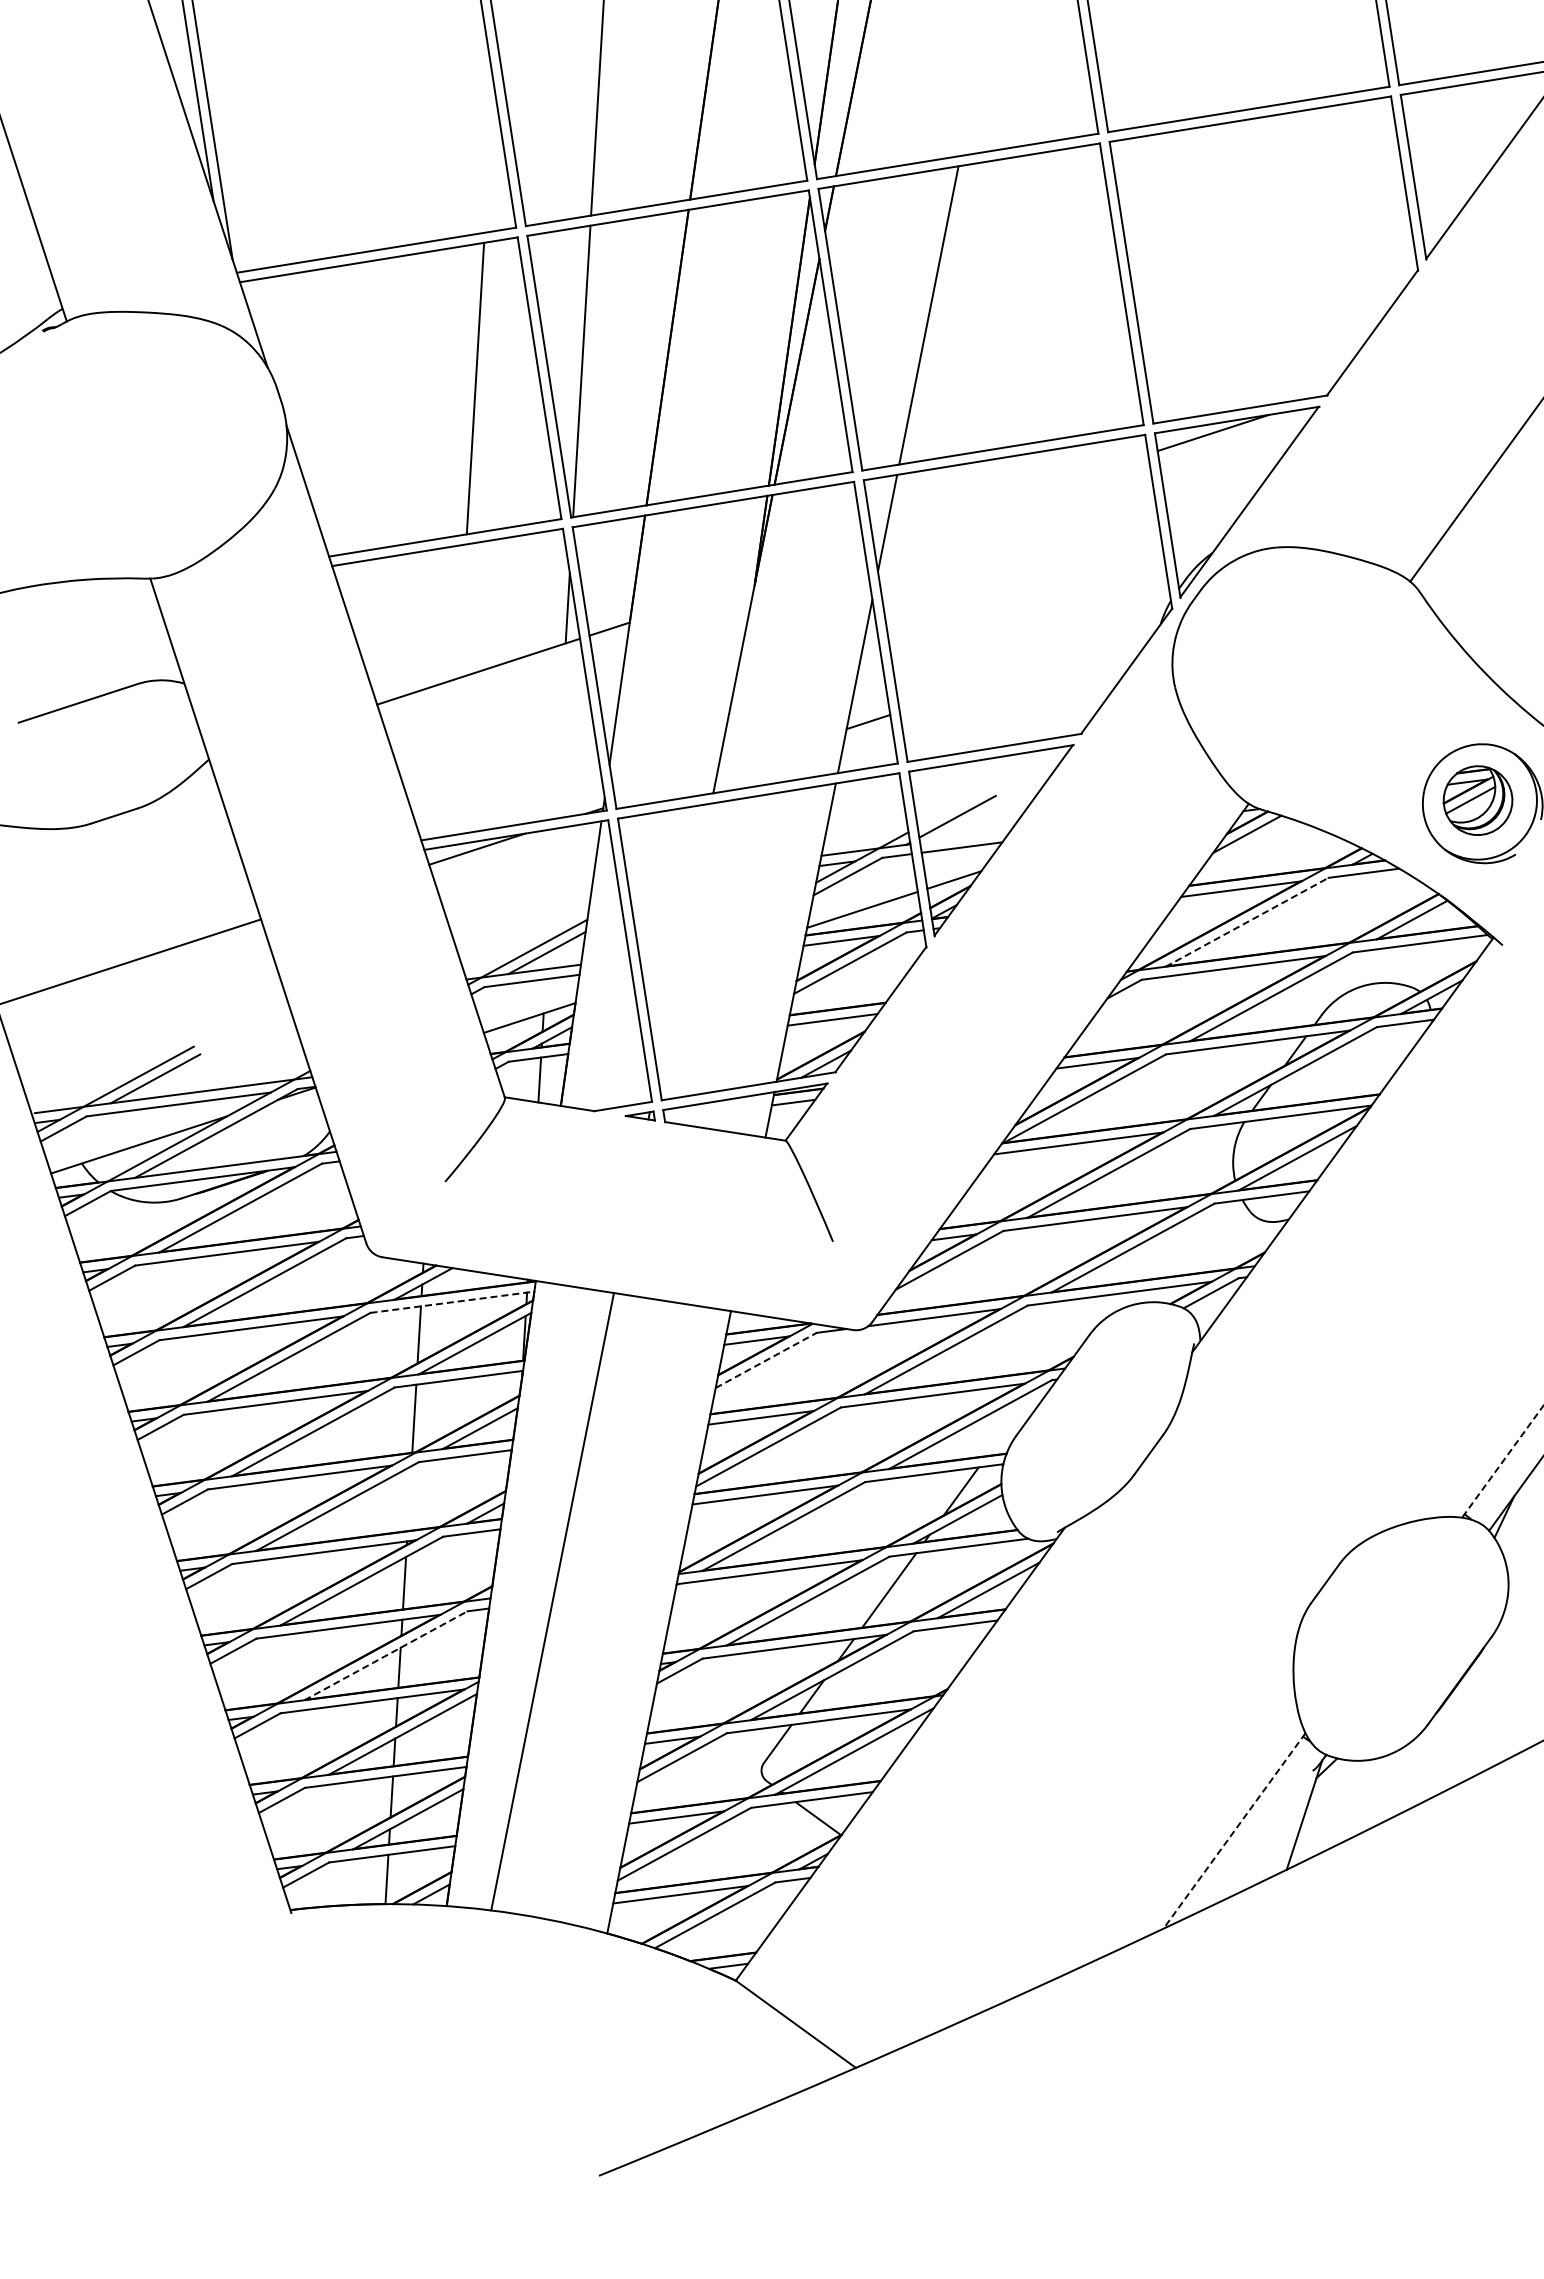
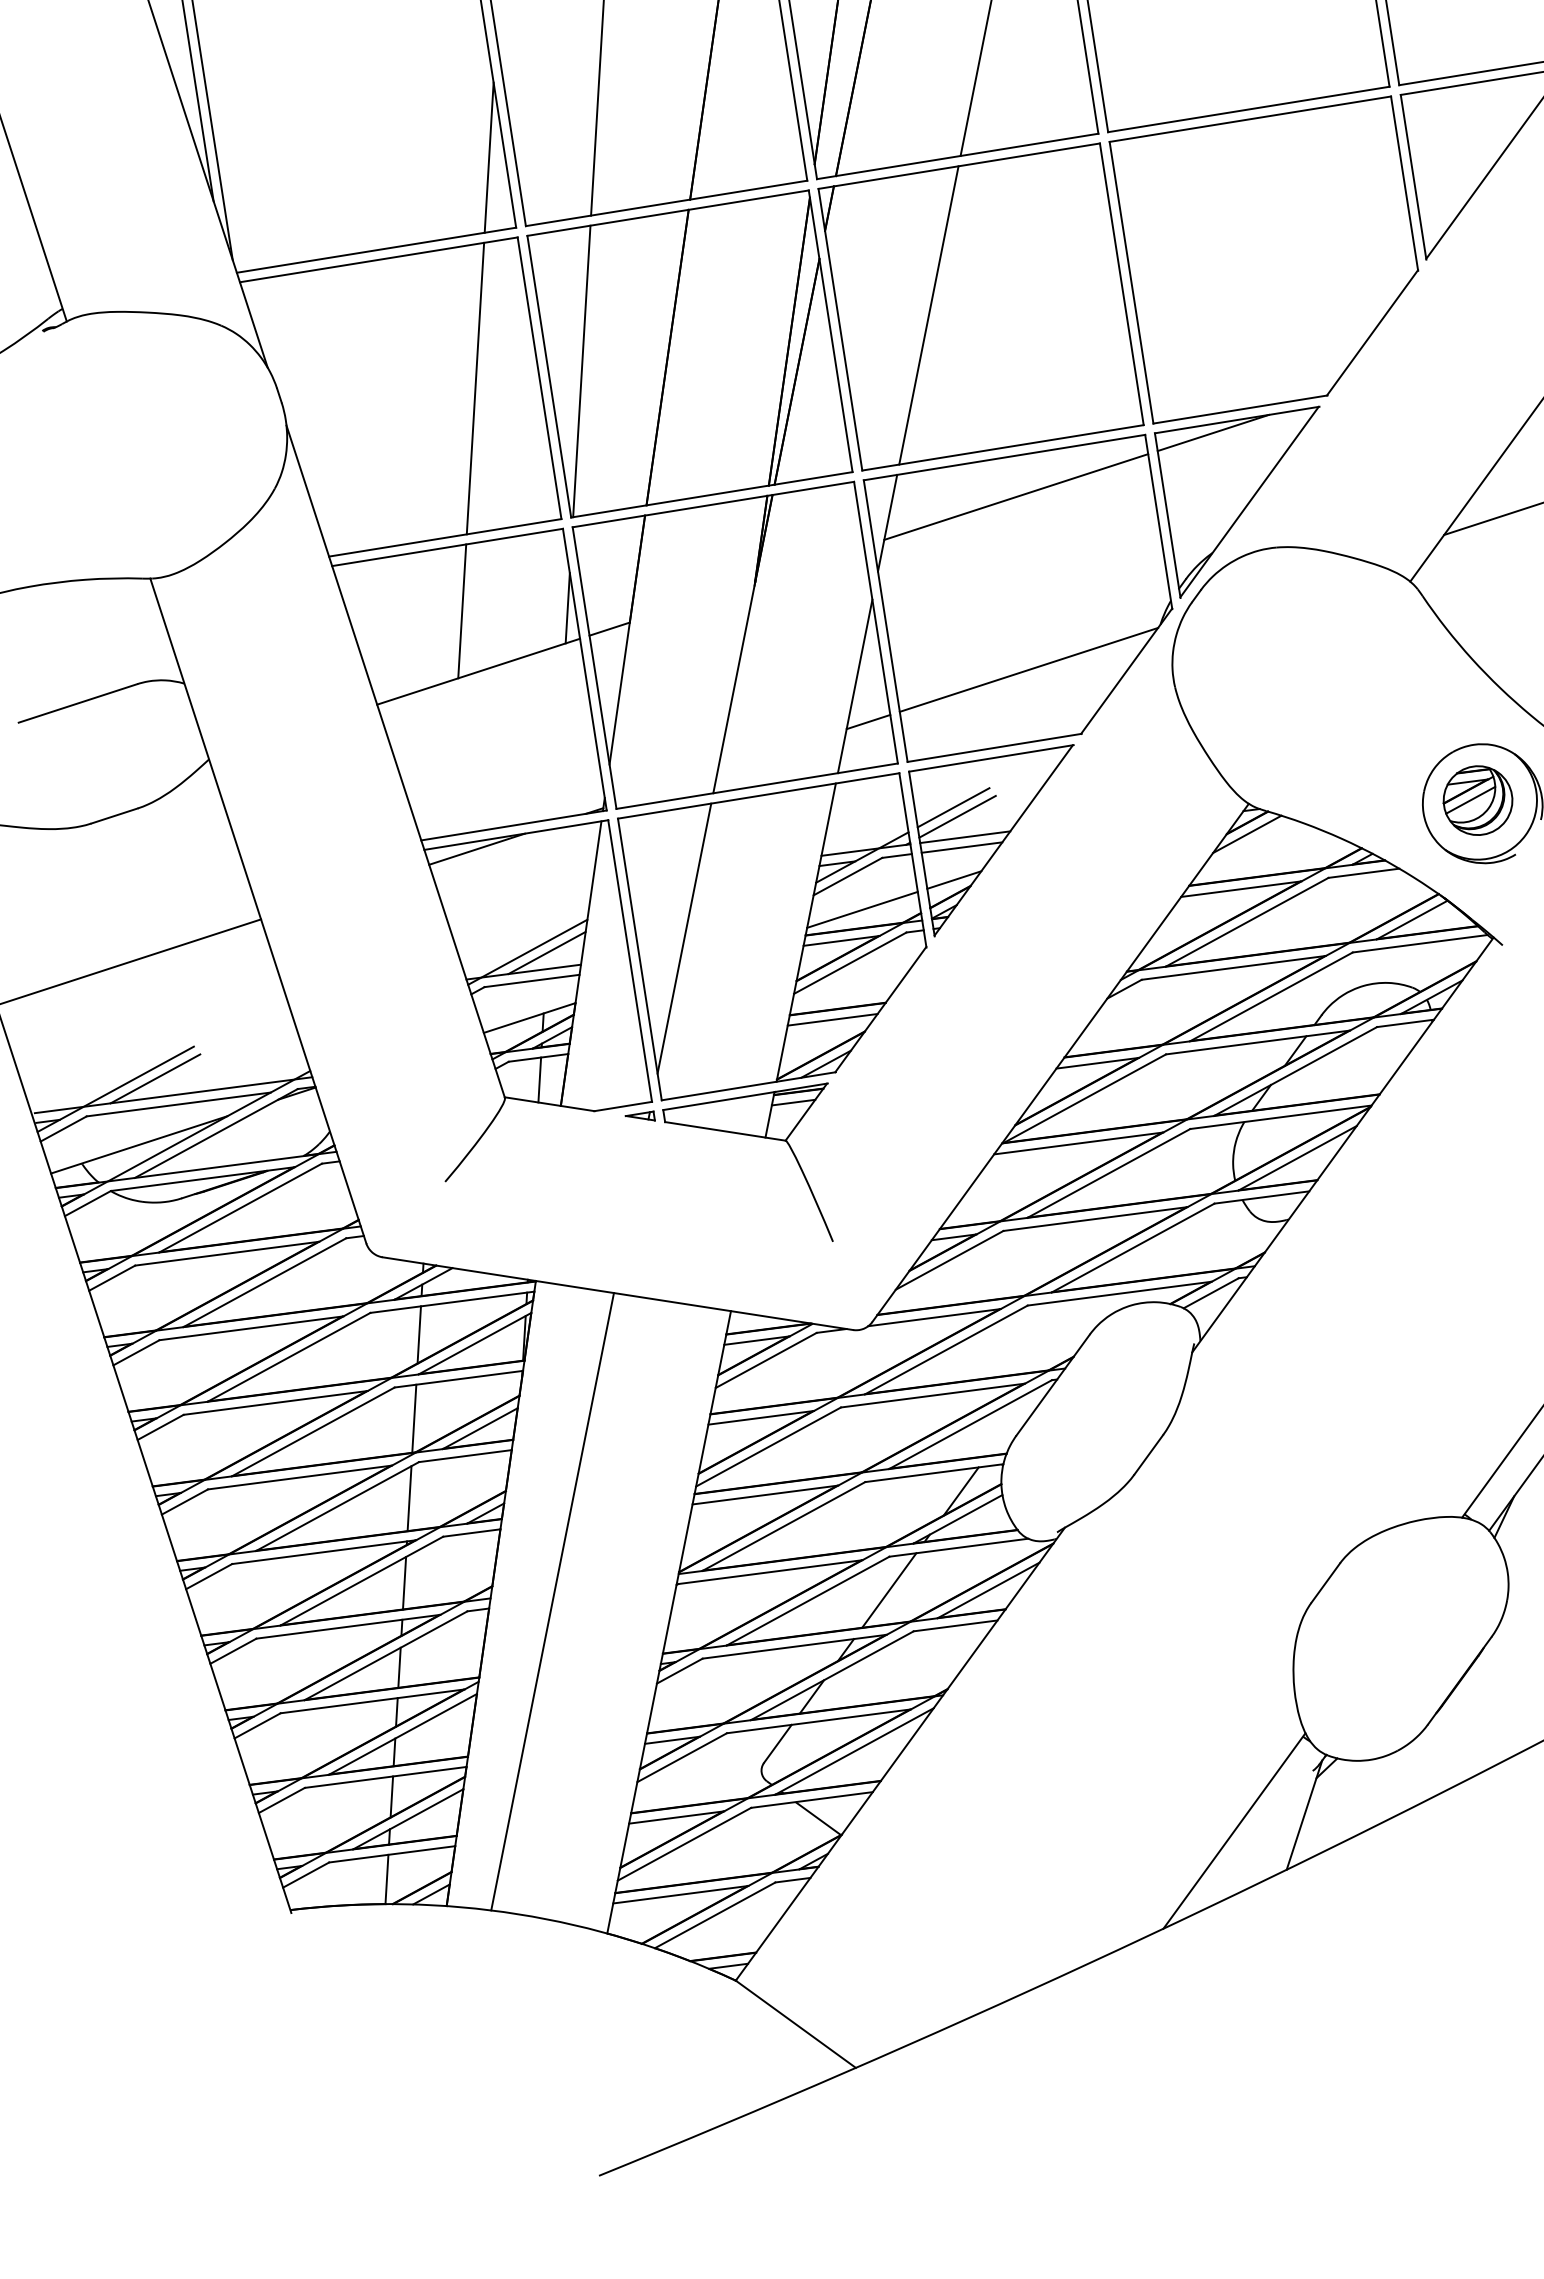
line at (975, 78): none -> present
line at (488, 157): none -> present
line at (1016, 496): none -> present
line at (1492, 519): none -> present
line at (462, 611): none -> present
line at (1028, 669): none -> present
line at (953, 807): none -> present
line at (965, 837): none -> present
line at (1247, 922): dashed -> solid
line at (684, 938): none -> present
line at (452, 1302): dashed -> solid
line at (766, 1360): dashed -> solid
line at (1502, 1461): dashed -> solid
line at (409, 1498): none -> present
line at (386, 1655): dashed -> solid
line at (1234, 1831): dashed -> solid
